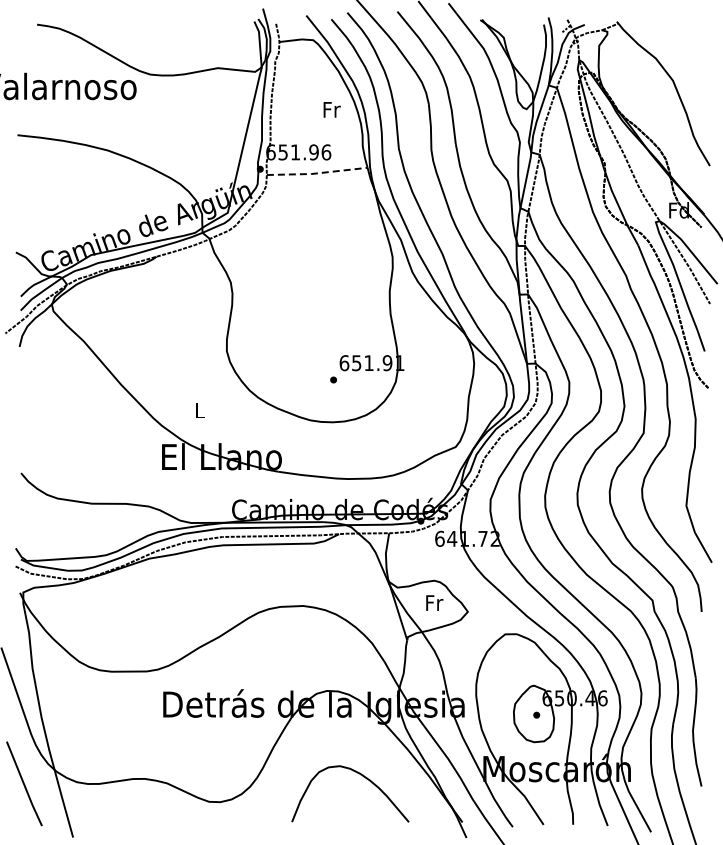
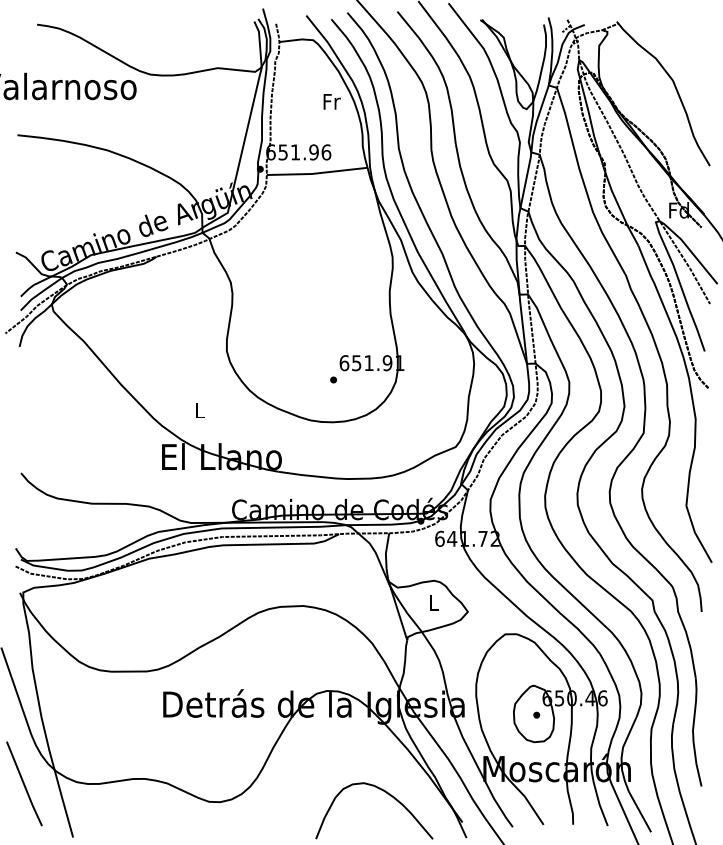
text at (331, 109) position: (331, 109) -> (331, 101)
line at (317, 173): dashed -> solid
text at (434, 602): Fr -> L
curve at (360, 775) position: (360, 775) -> (384, 792)
